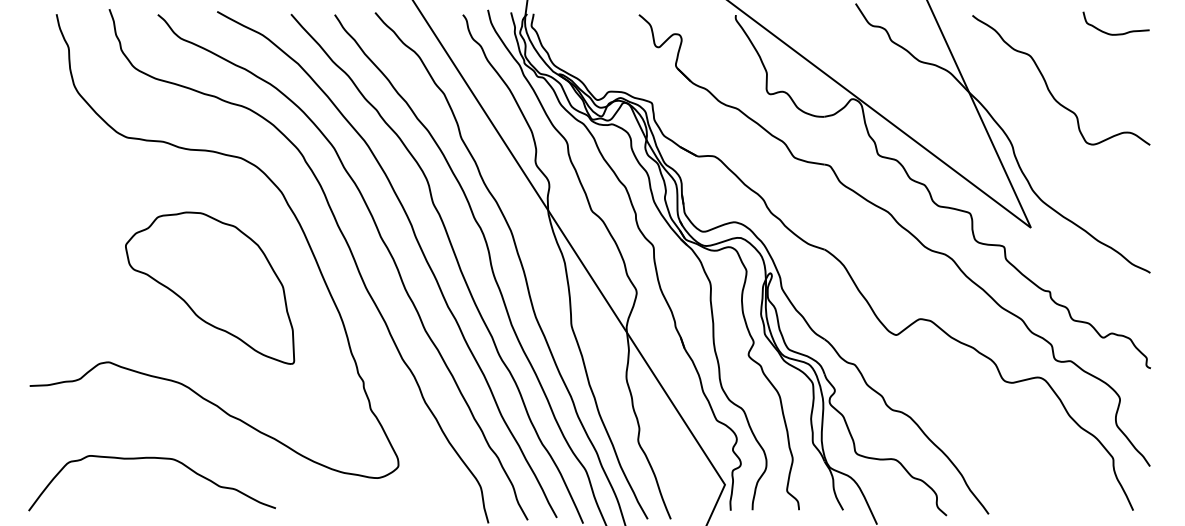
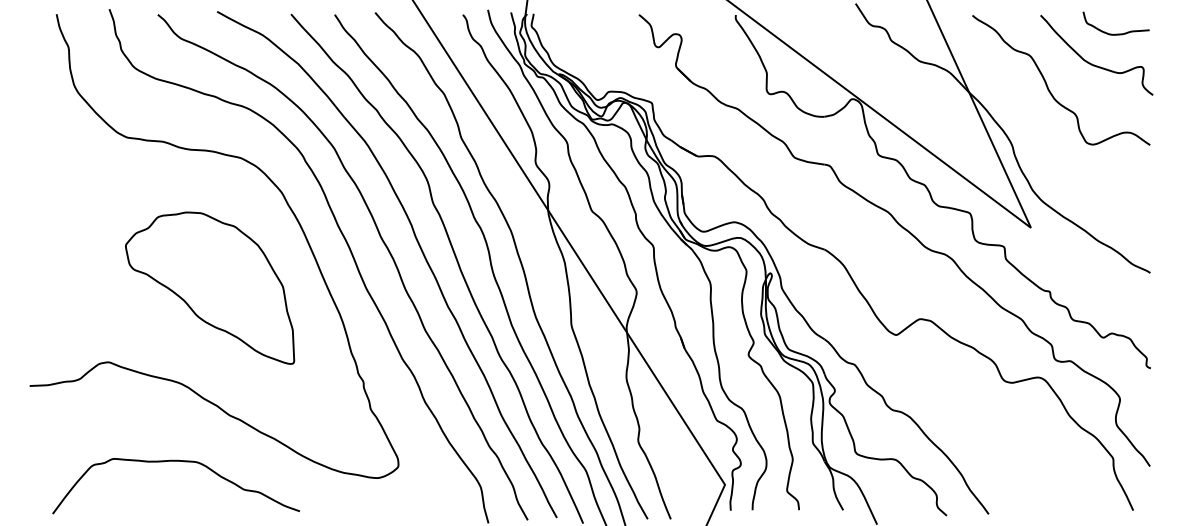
curve at (1092, 63): none -> present
curve at (151, 458) position: (151, 458) -> (175, 461)
